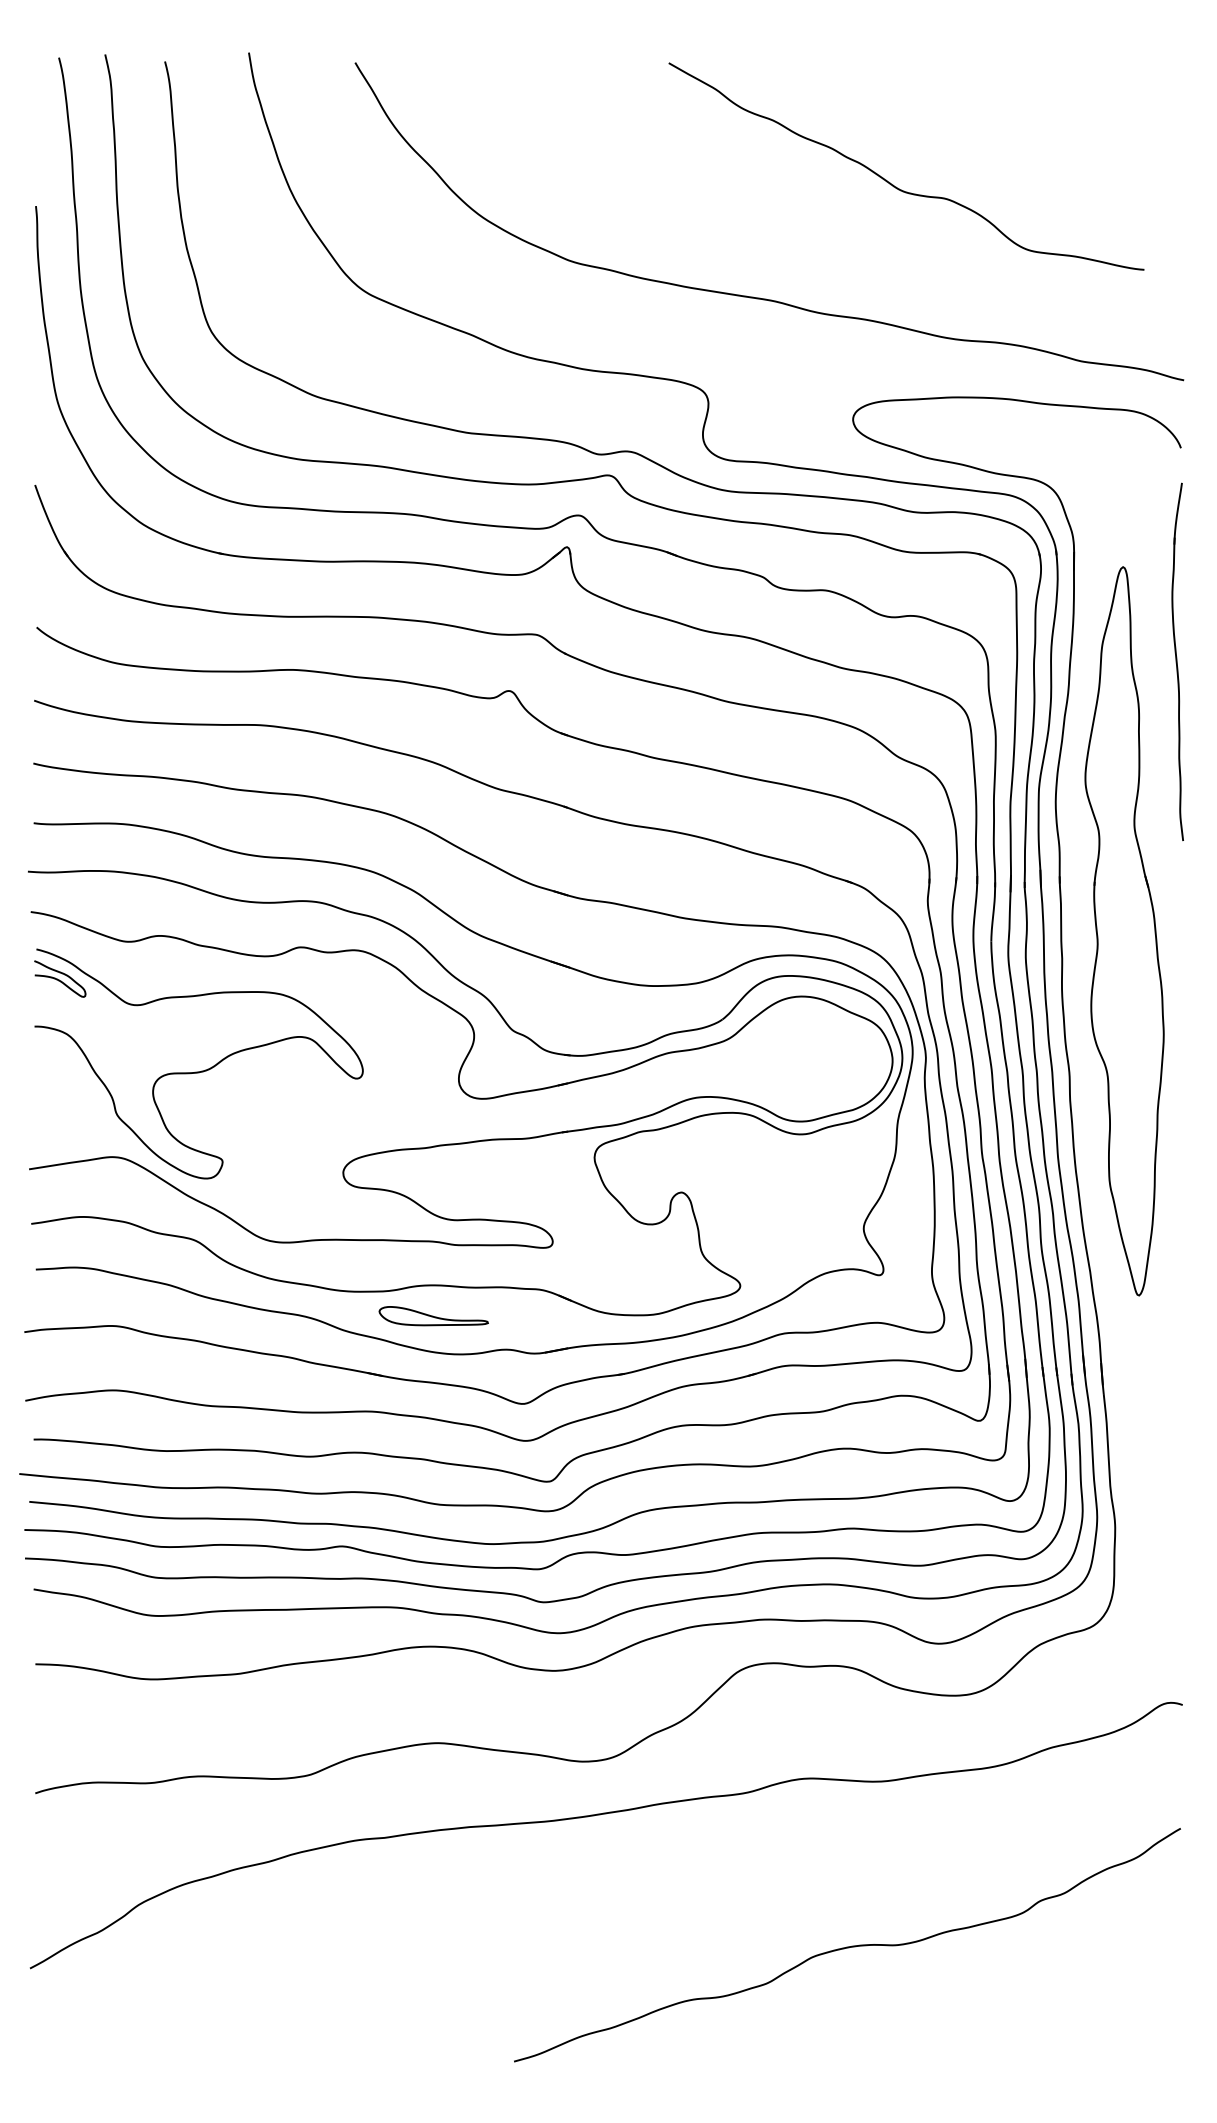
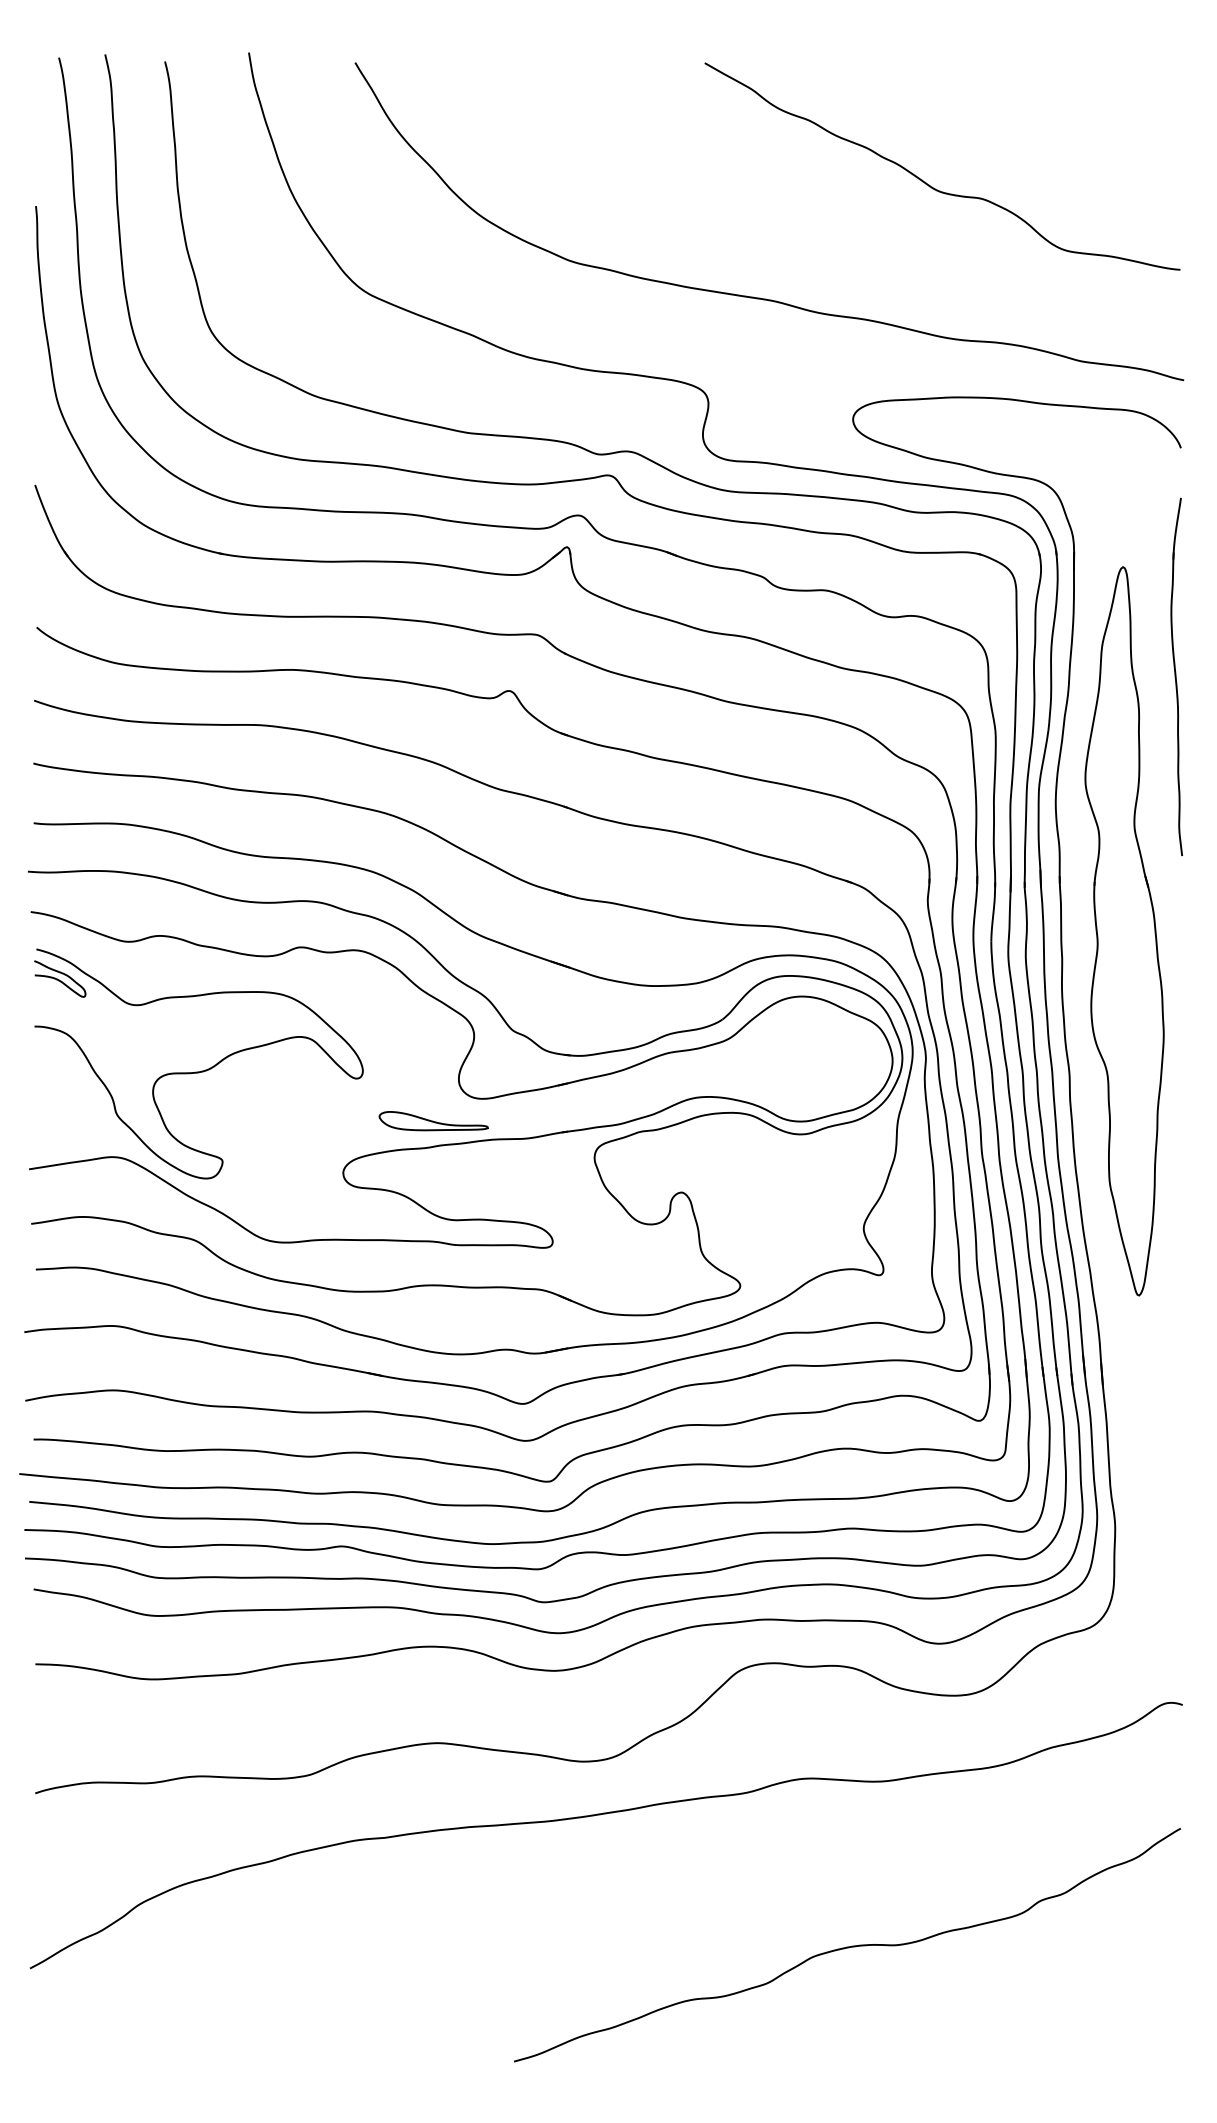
curve at (893, 184) position: (893, 184) -> (929, 184)
part at (1177, 661) position: (1177, 661) -> (1176, 676)
part at (433, 1316) position: (433, 1316) -> (433, 1121)
